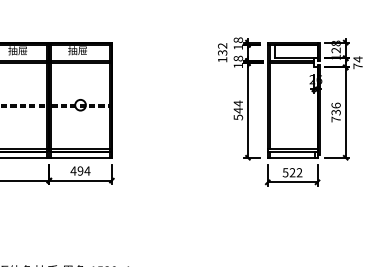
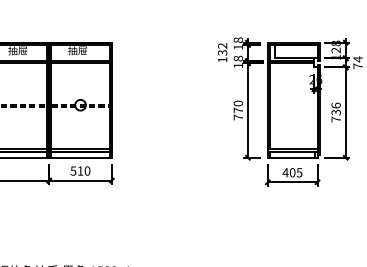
text at (238, 110): 544 -> 770
text at (80, 170): 494 -> 510
text at (292, 172): 522 -> 405
